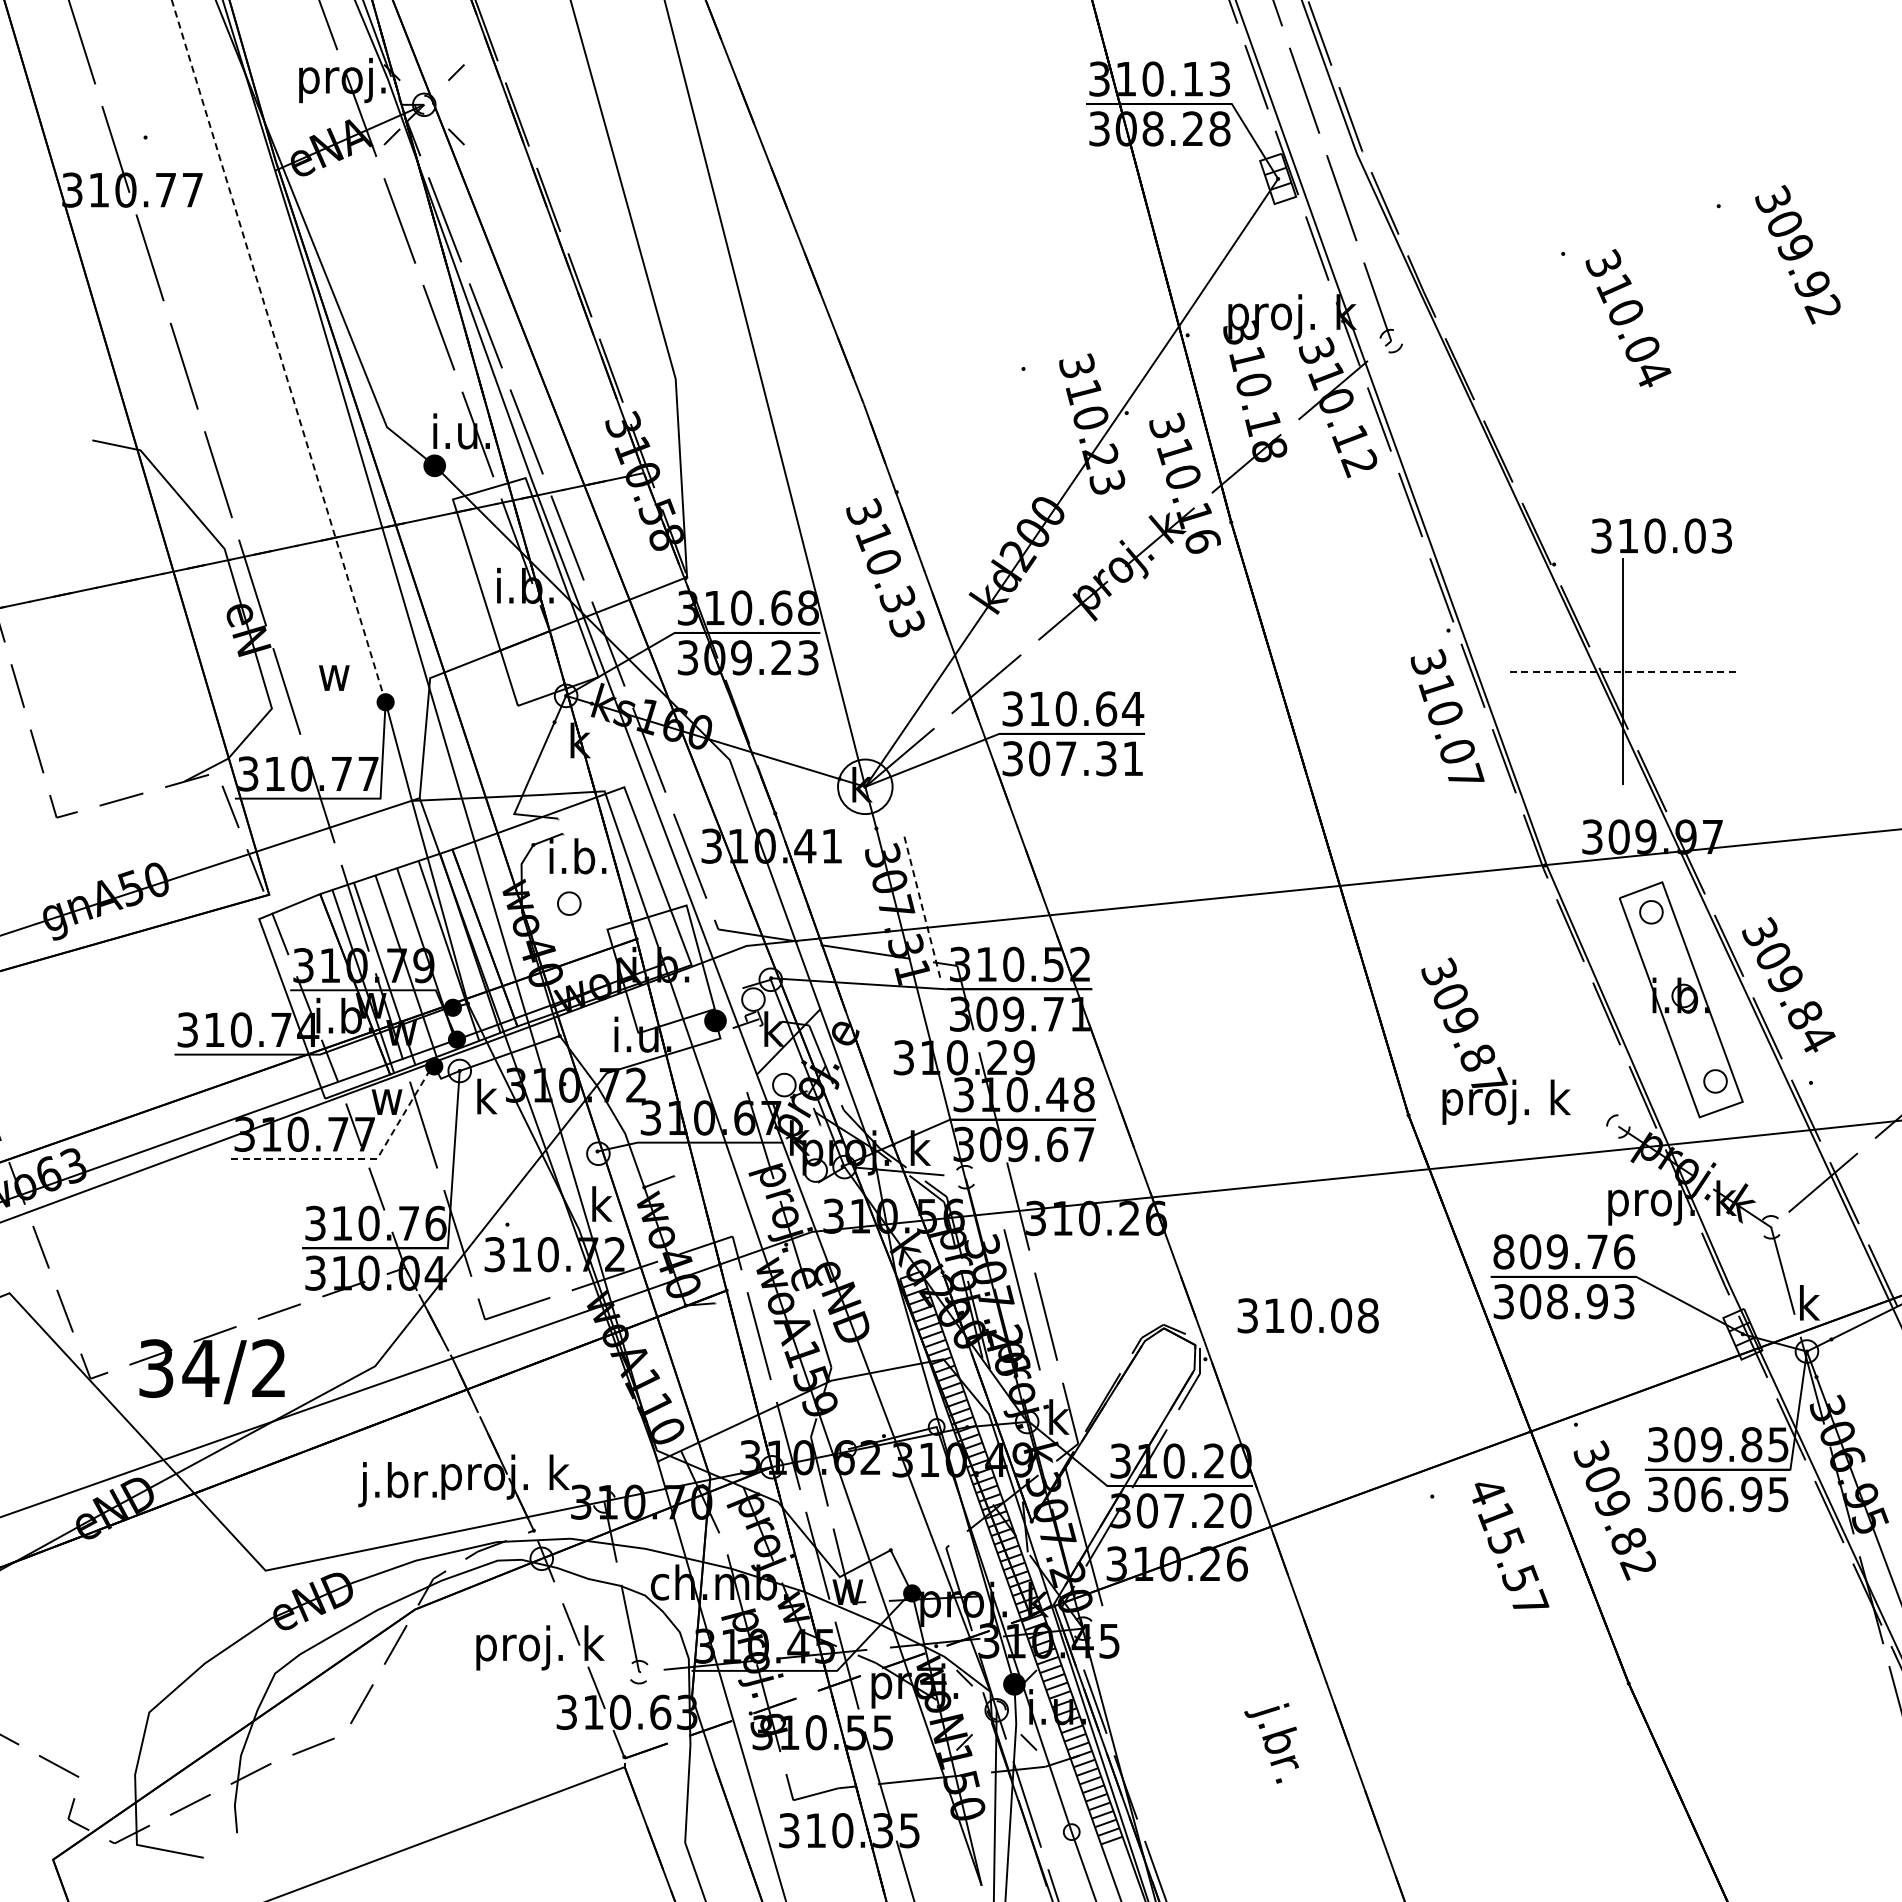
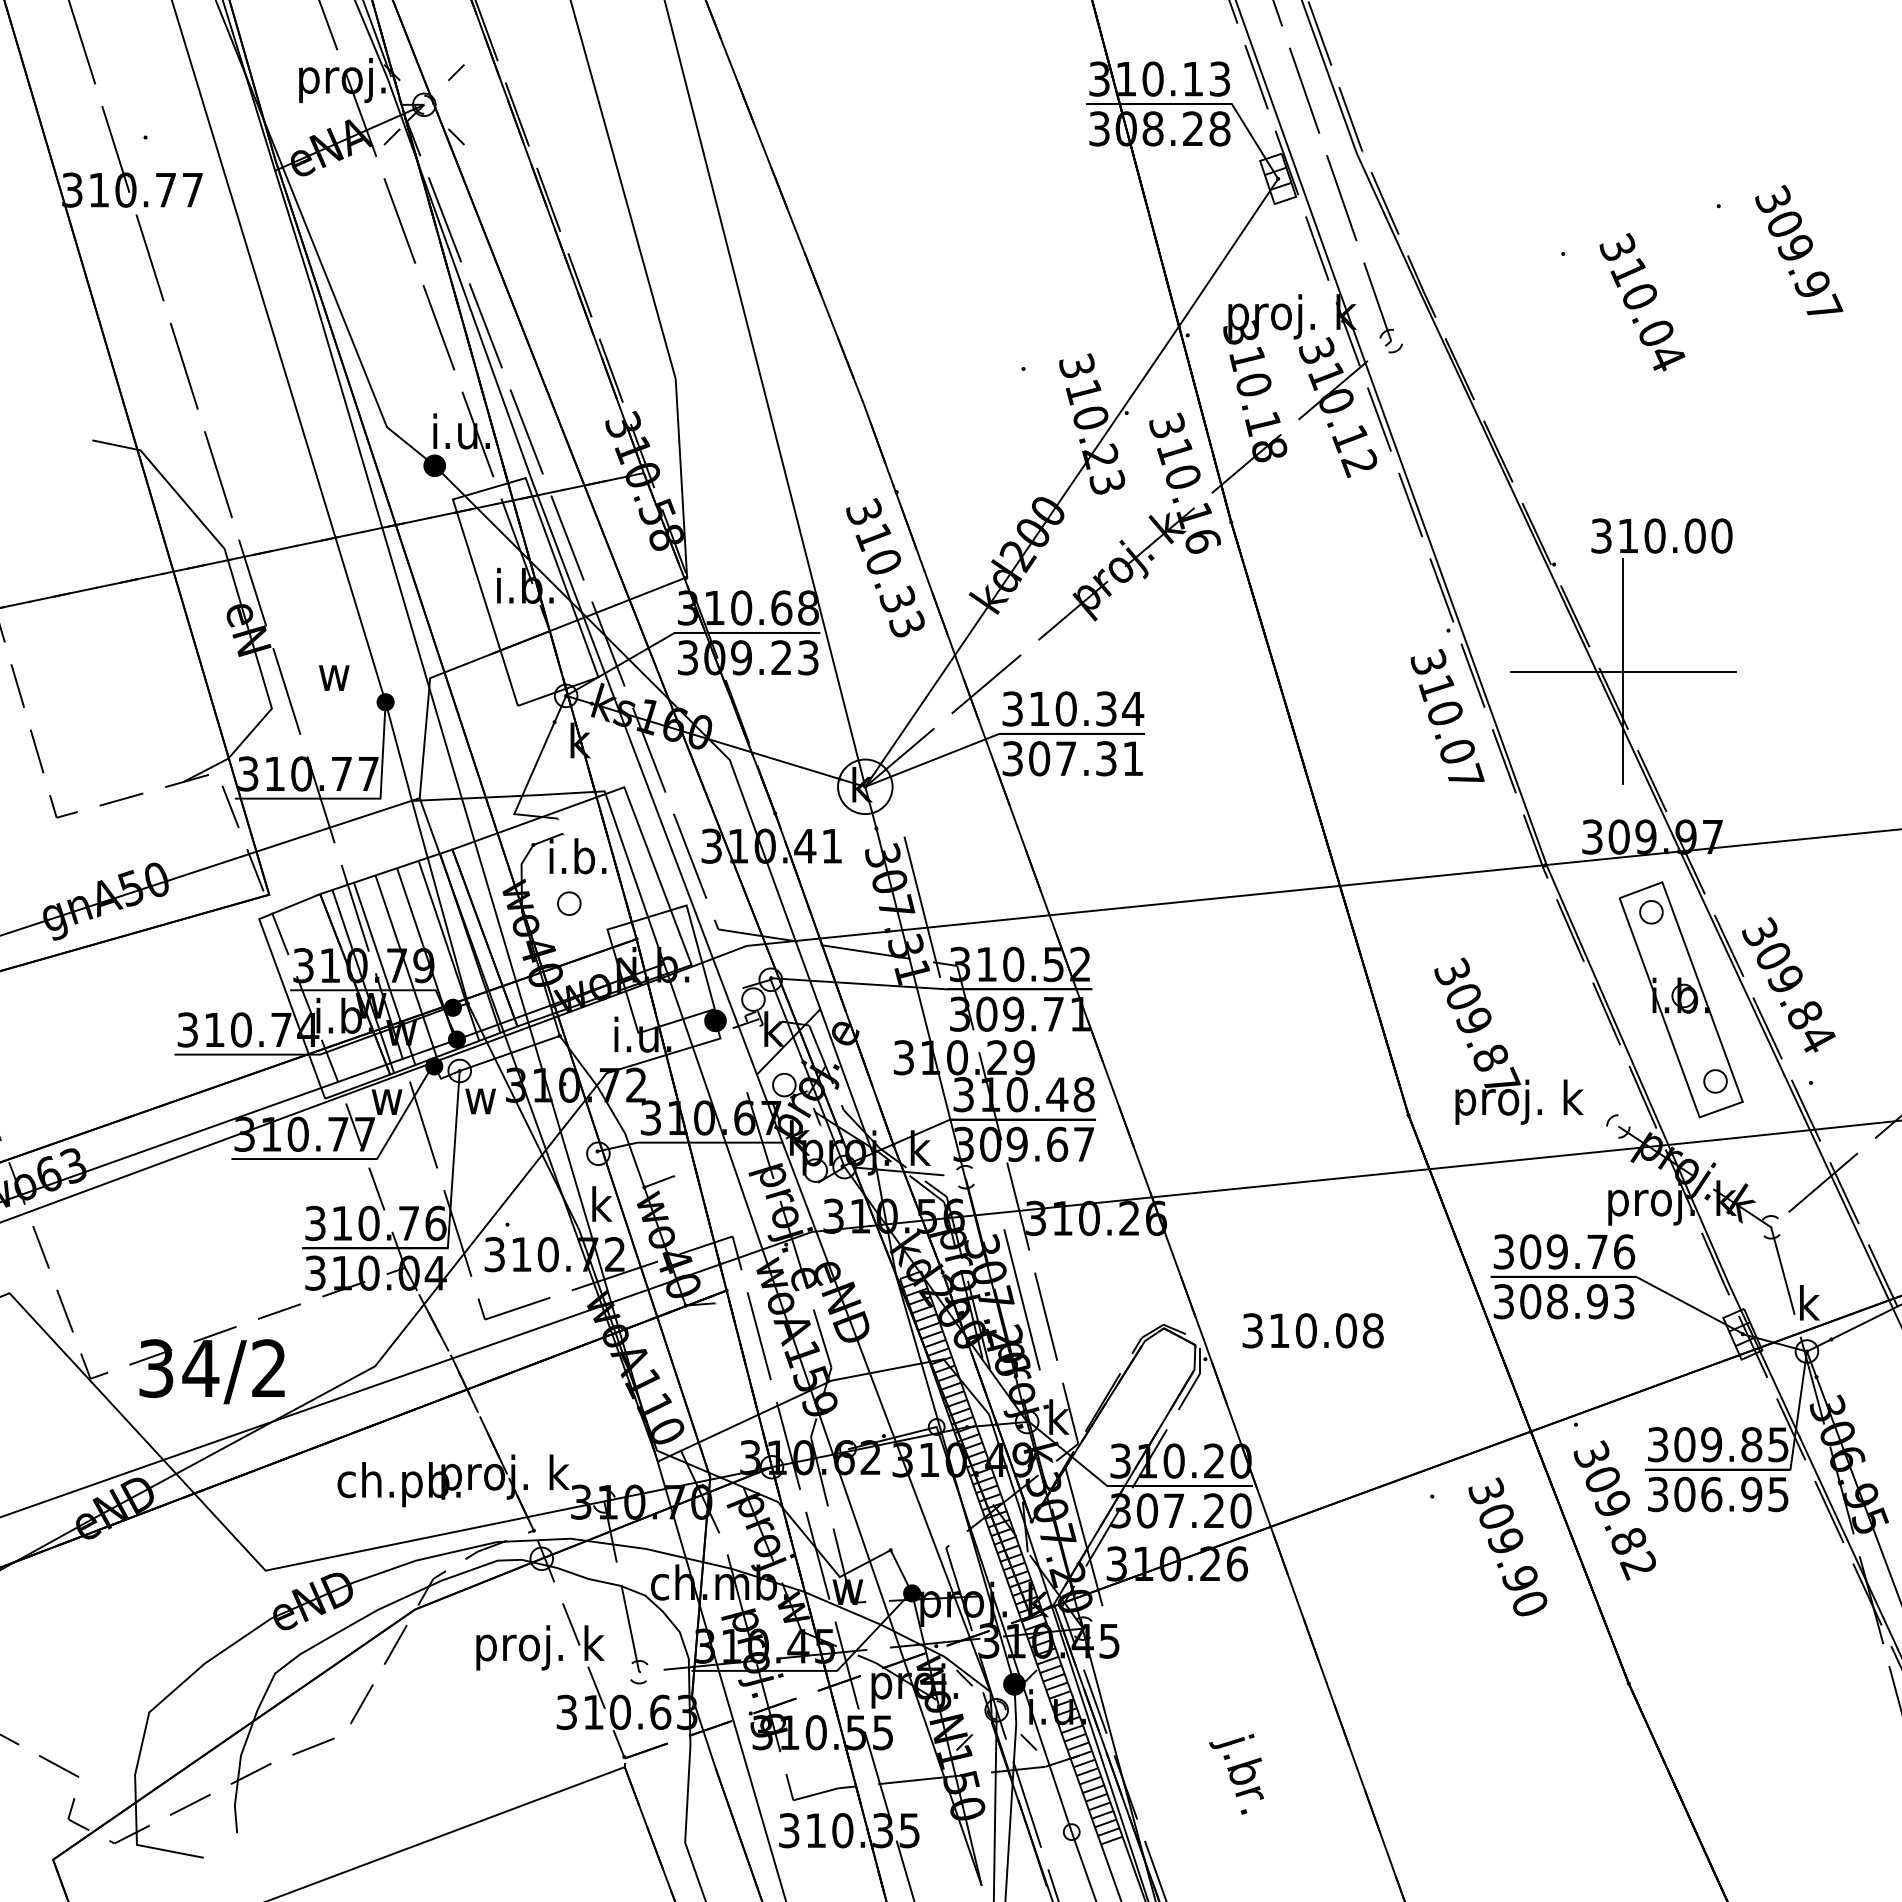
text at (1823, 308): 309.92 -> 309.97
text at (1628, 318) position: (1628, 318) -> (1642, 302)
line at (278, 351): dashed -> solid
text at (1721, 535): 310.03 -> 310.00
line at (1623, 671): dashed -> solid
text at (1106, 708): 310.64 -> 310.34
line at (922, 907): dashed -> solid
text at (1495, 1040) position: (1495, 1040) -> (1508, 1040)
text at (481, 1096): k -> w
line at (360, 1159): dashed -> solid
text at (1503, 1251): 809.76 -> 309.76
text at (1307, 1315) position: (1307, 1315) -> (1312, 1330)
text at (398, 1484): j.br. -> ch.pb.
text at (1508, 1546): 415.57 -> 309.90
text at (1271, 1743) position: (1271, 1743) -> (1236, 1774)
